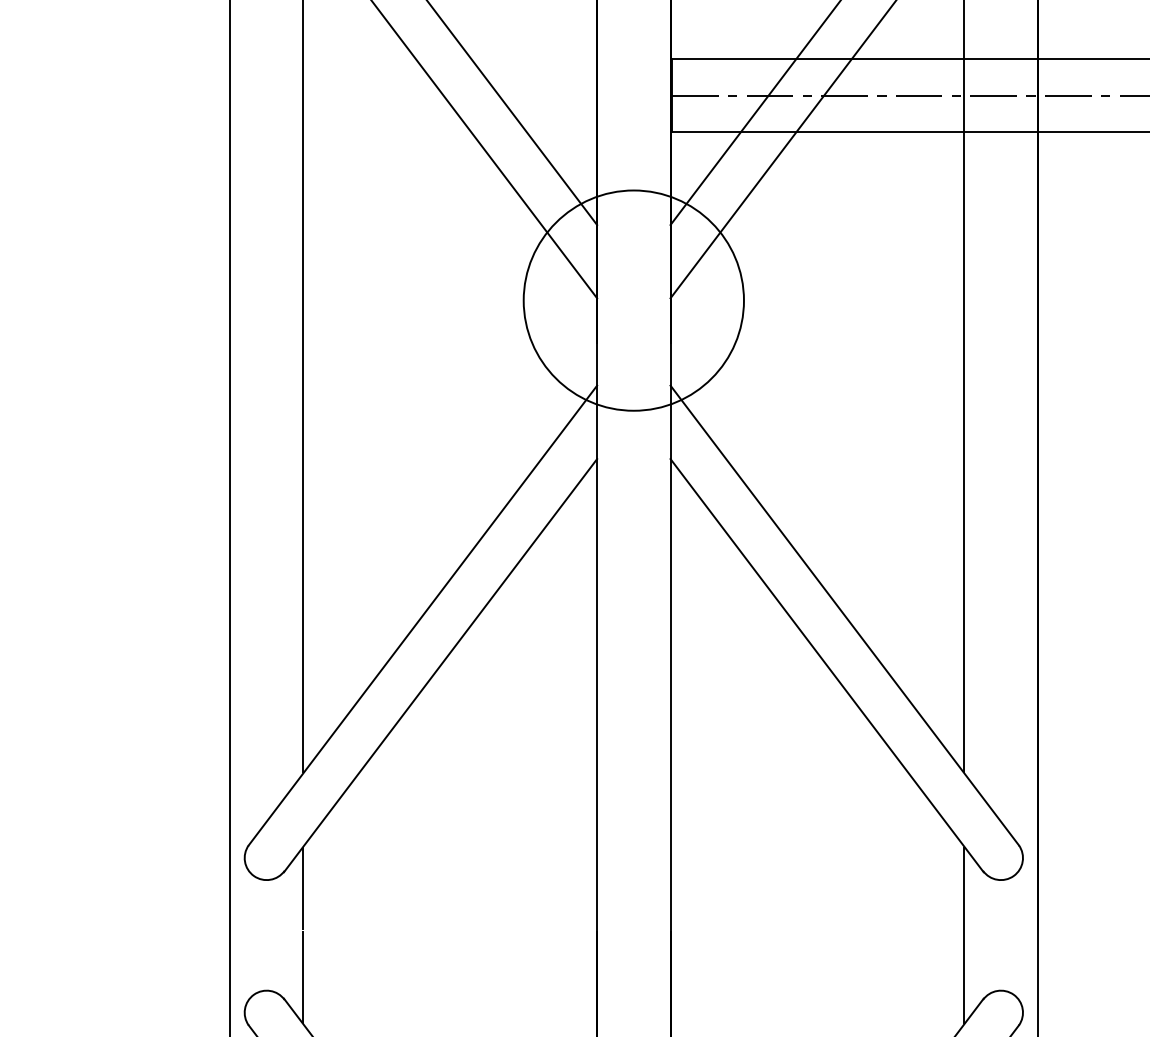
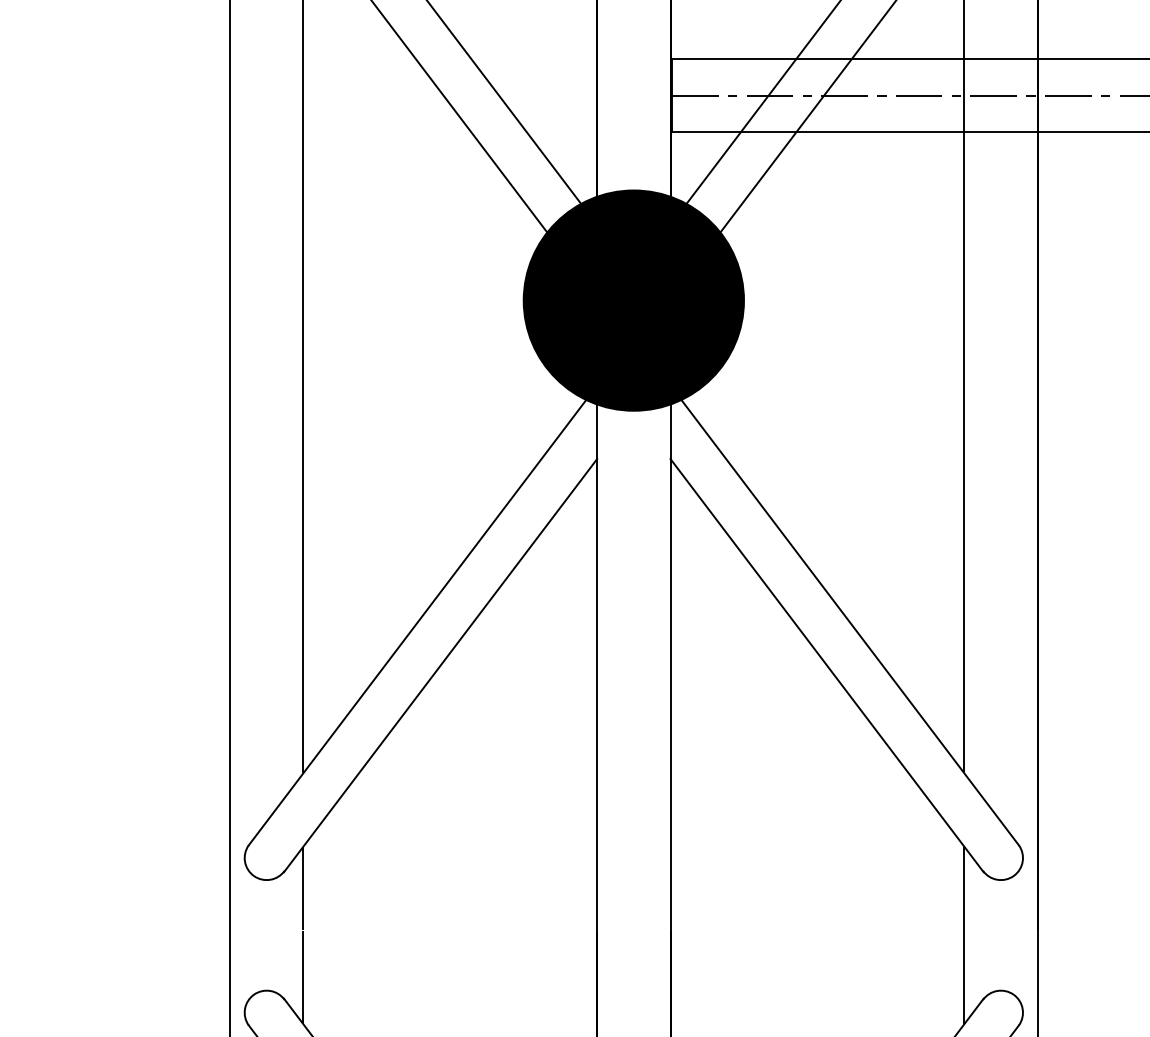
fill at (633, 300): none -> present
